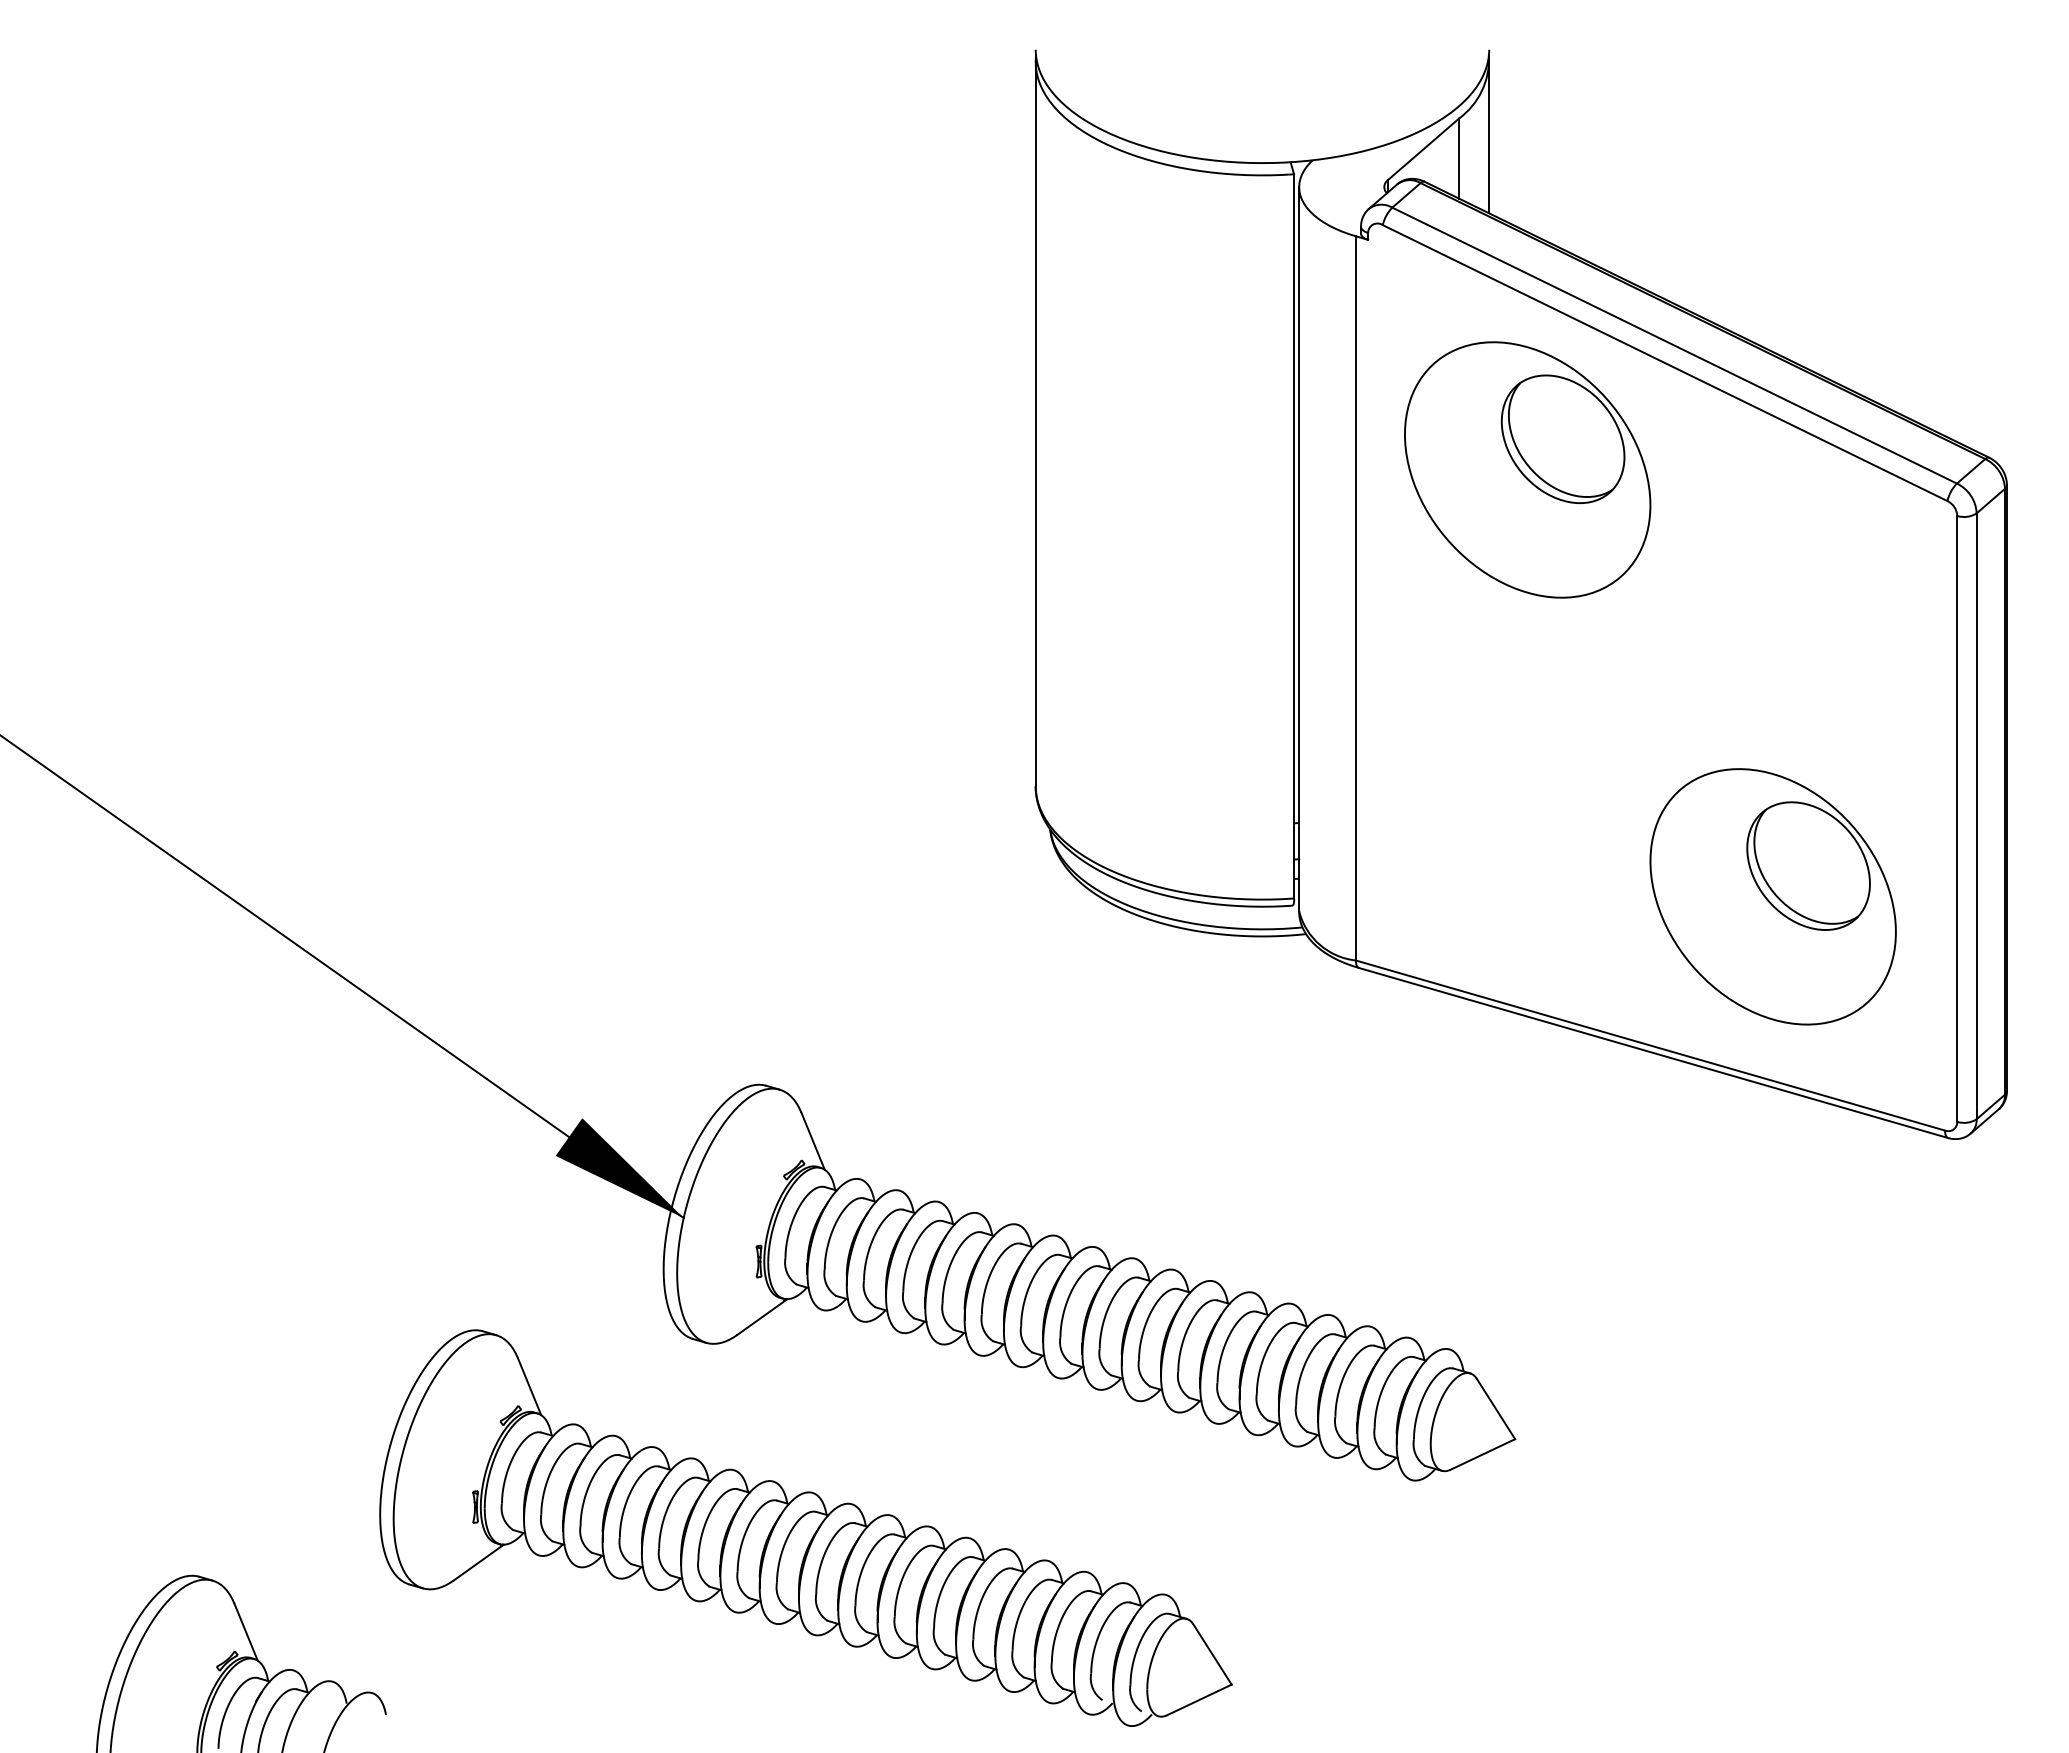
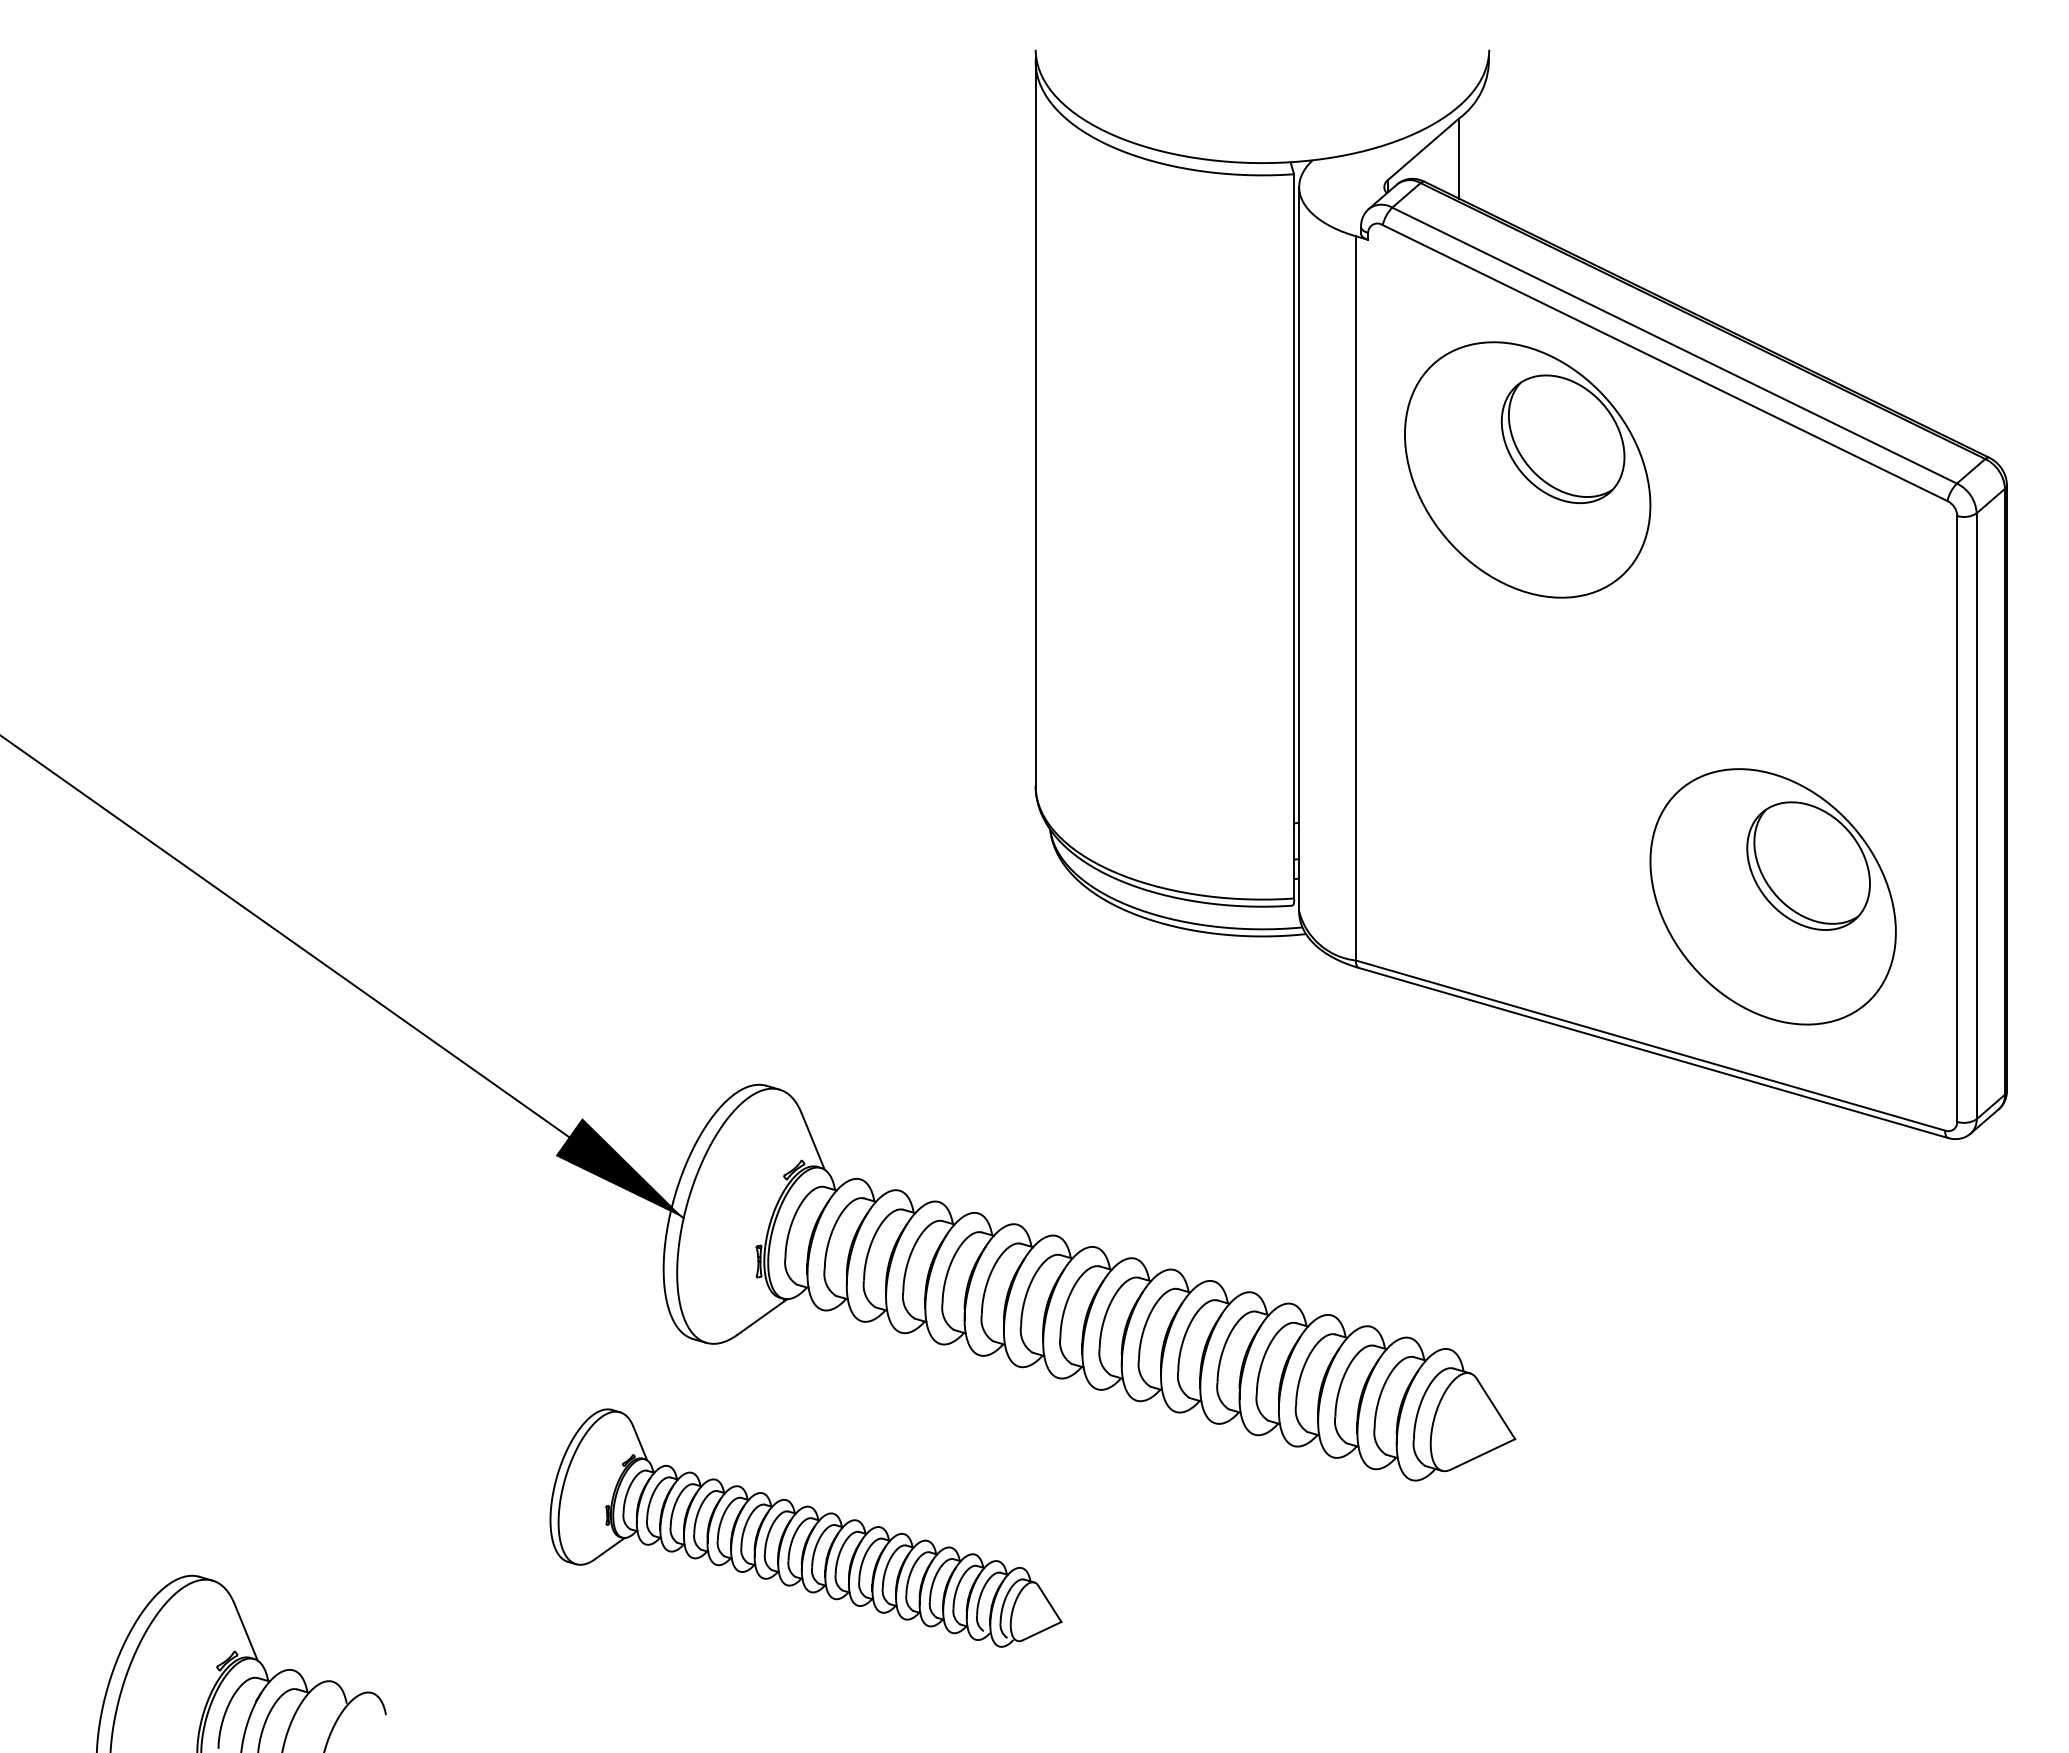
line at (1489, 137): present -> none
part at (805, 1527) size: 854x398 px -> 514x240 px
